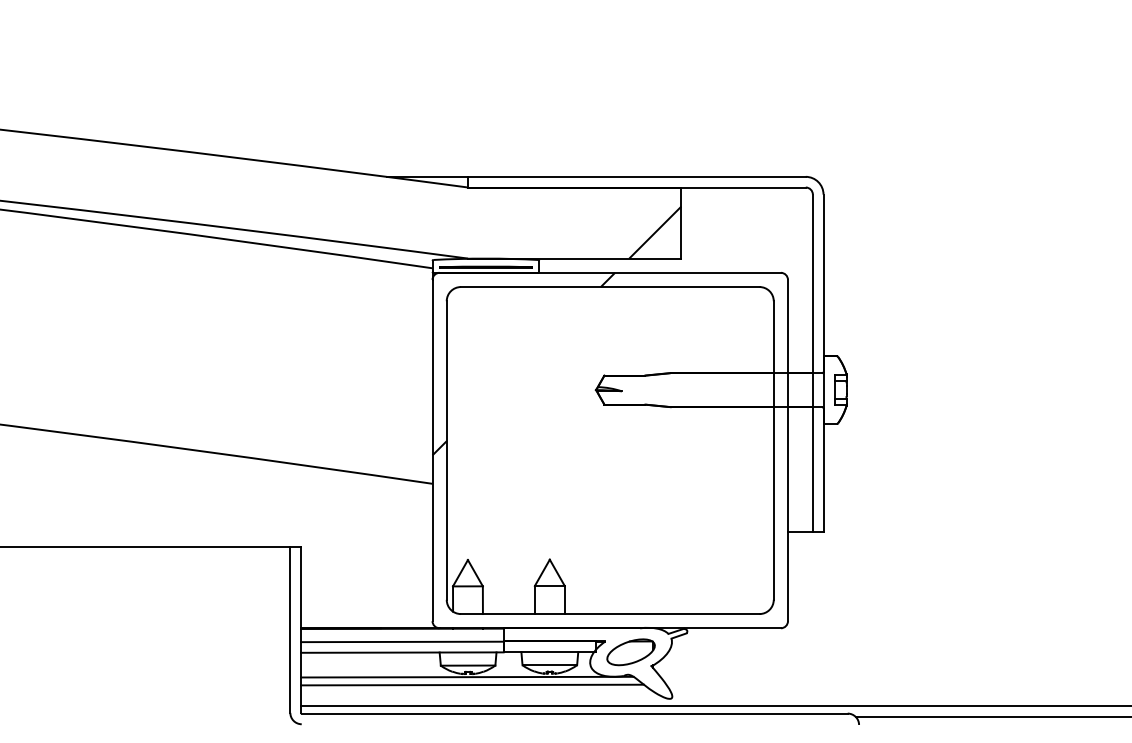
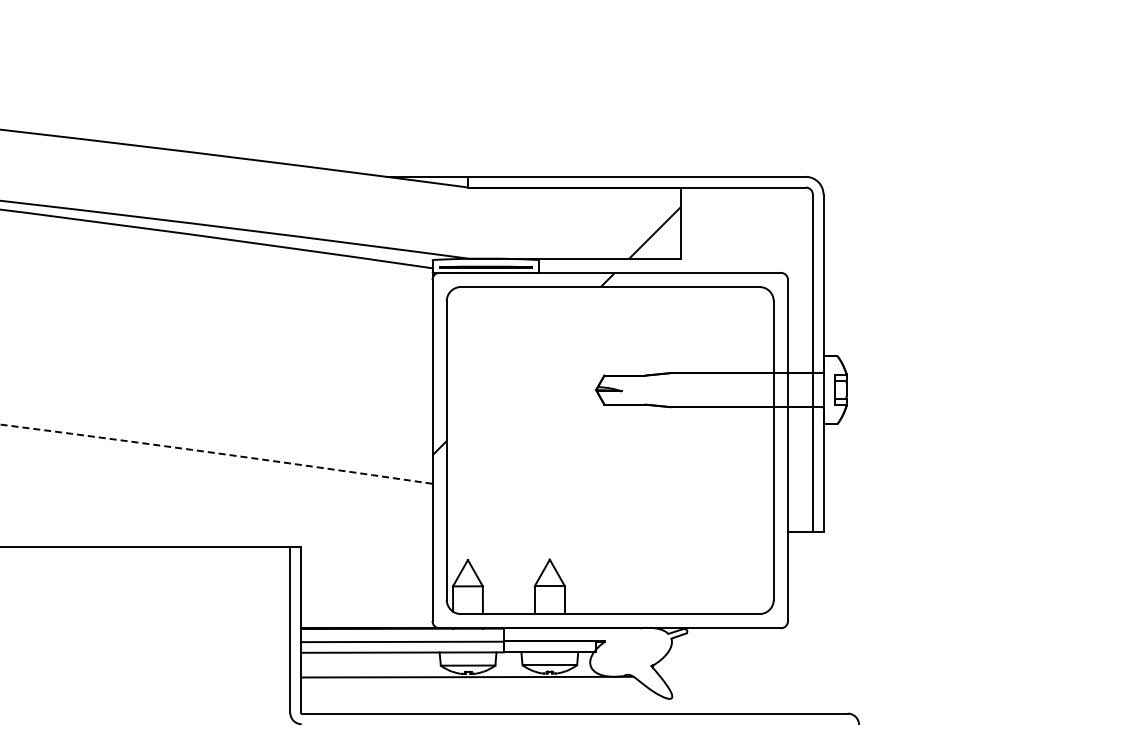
arc at (215, 453): solid -> dashed
part at (630, 652): present -> none
line at (472, 684): present -> none
line at (714, 706): present -> none
line at (991, 717): present -> none
